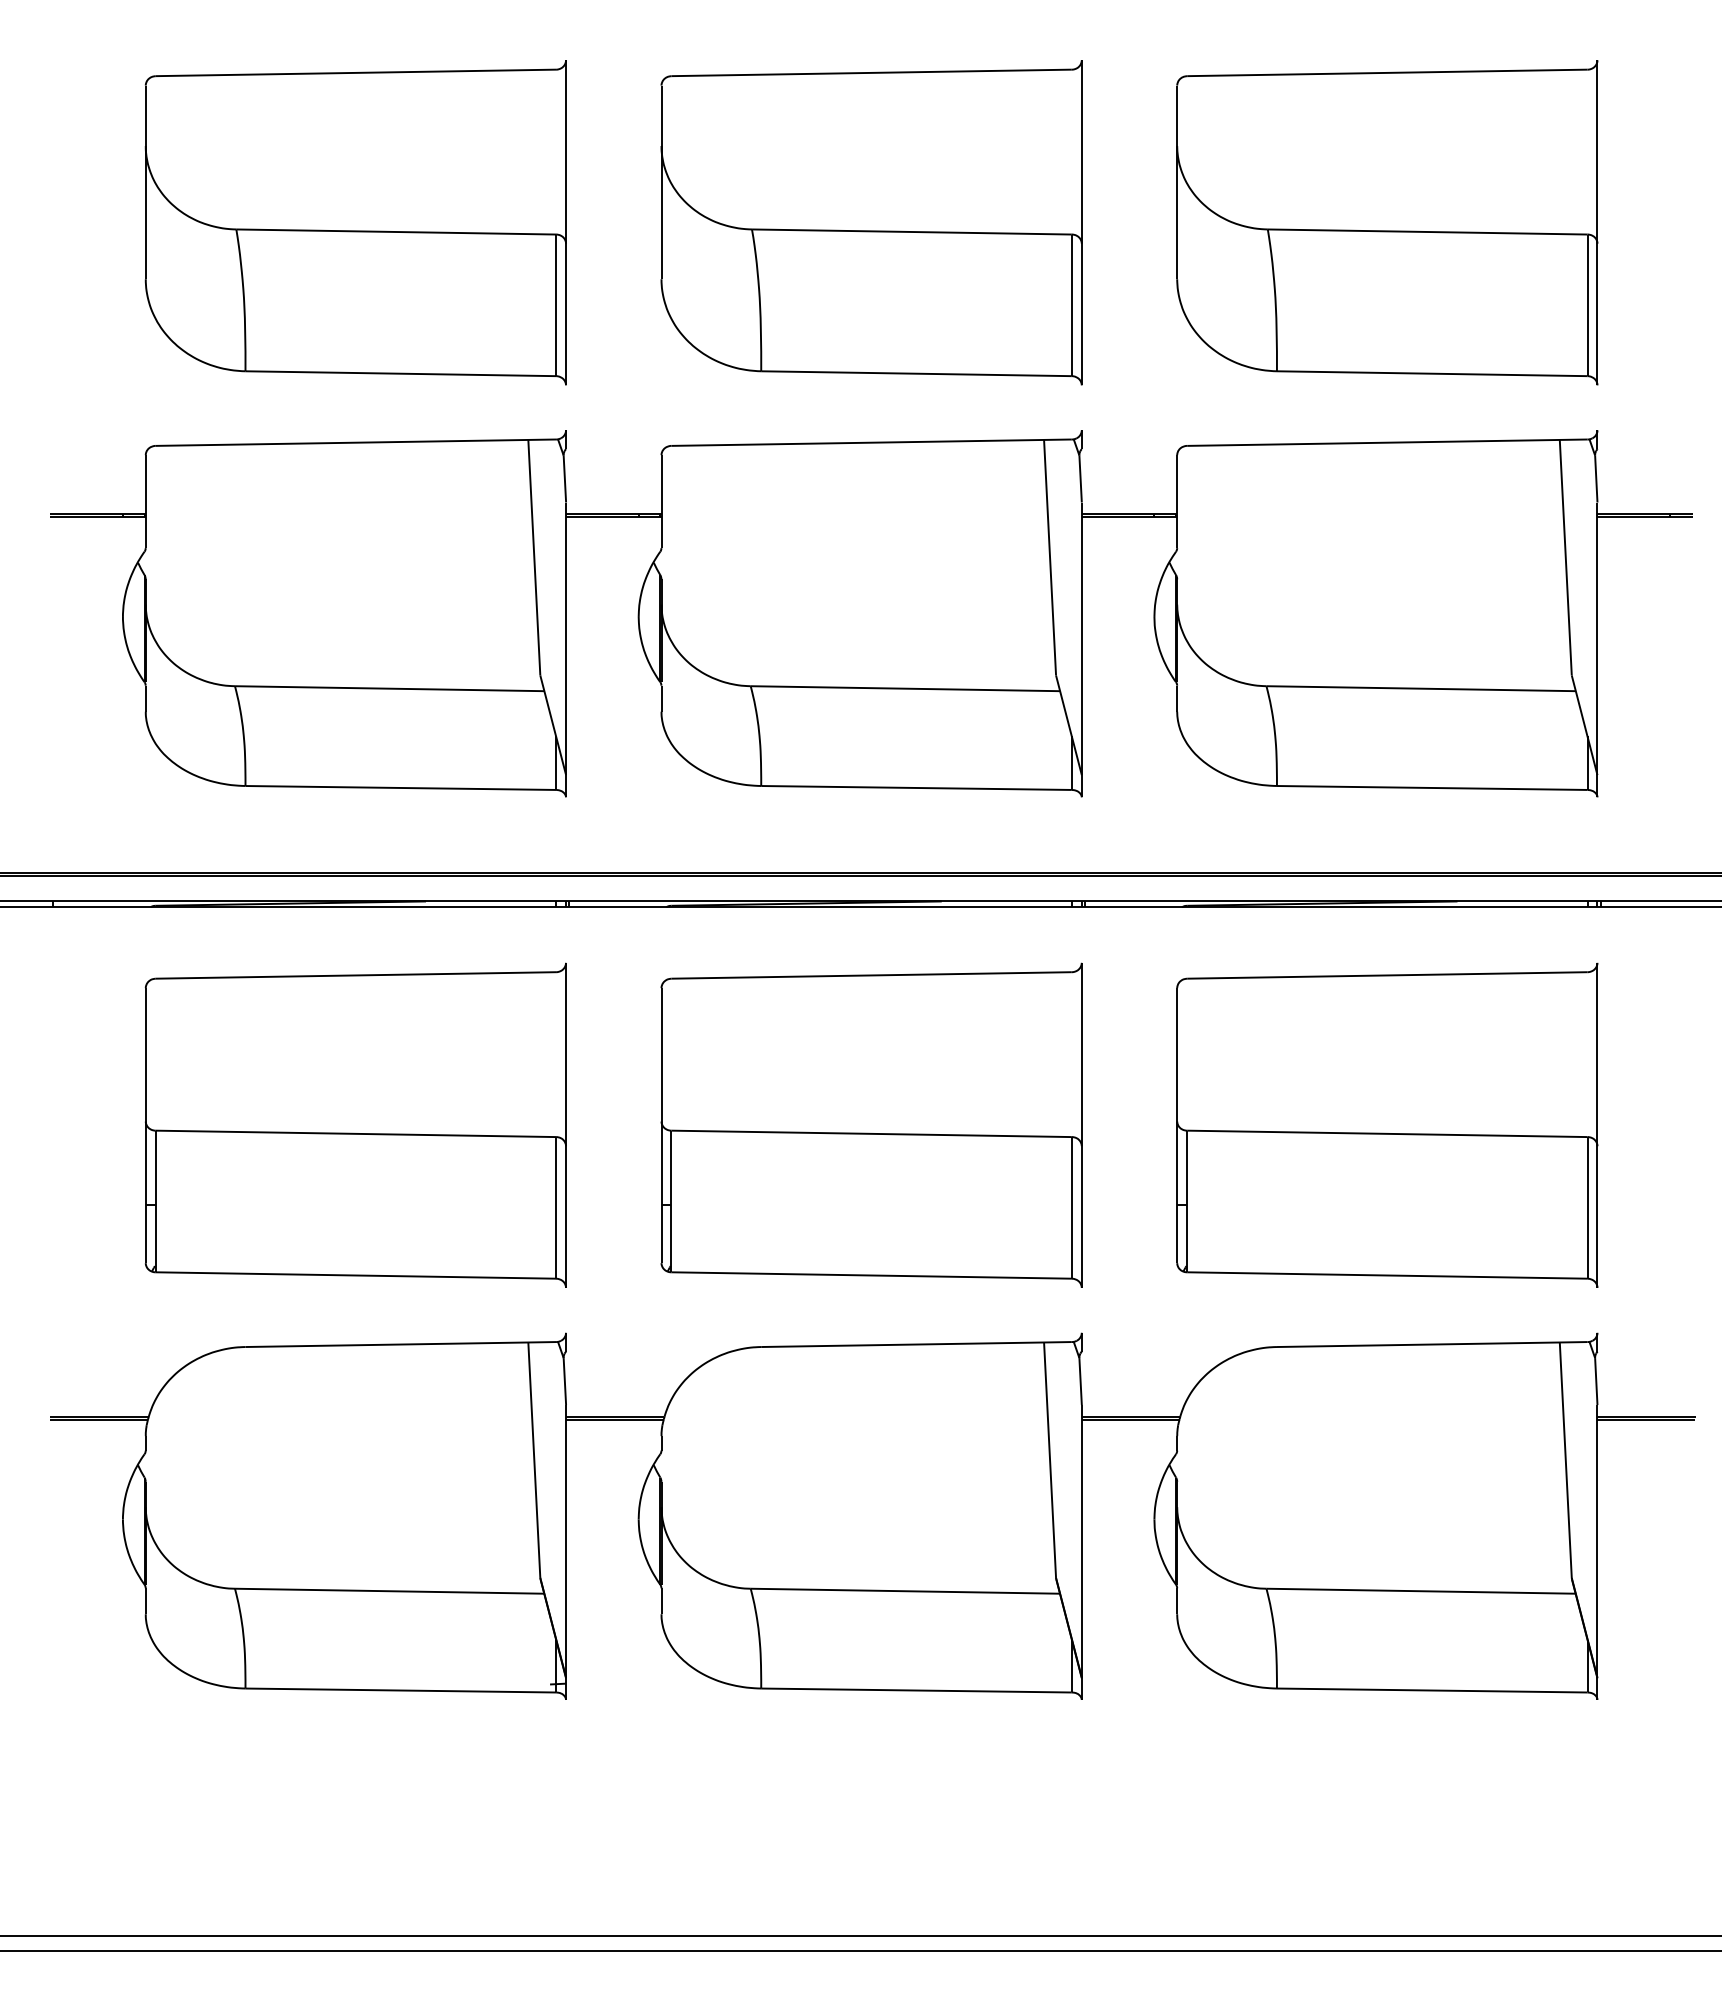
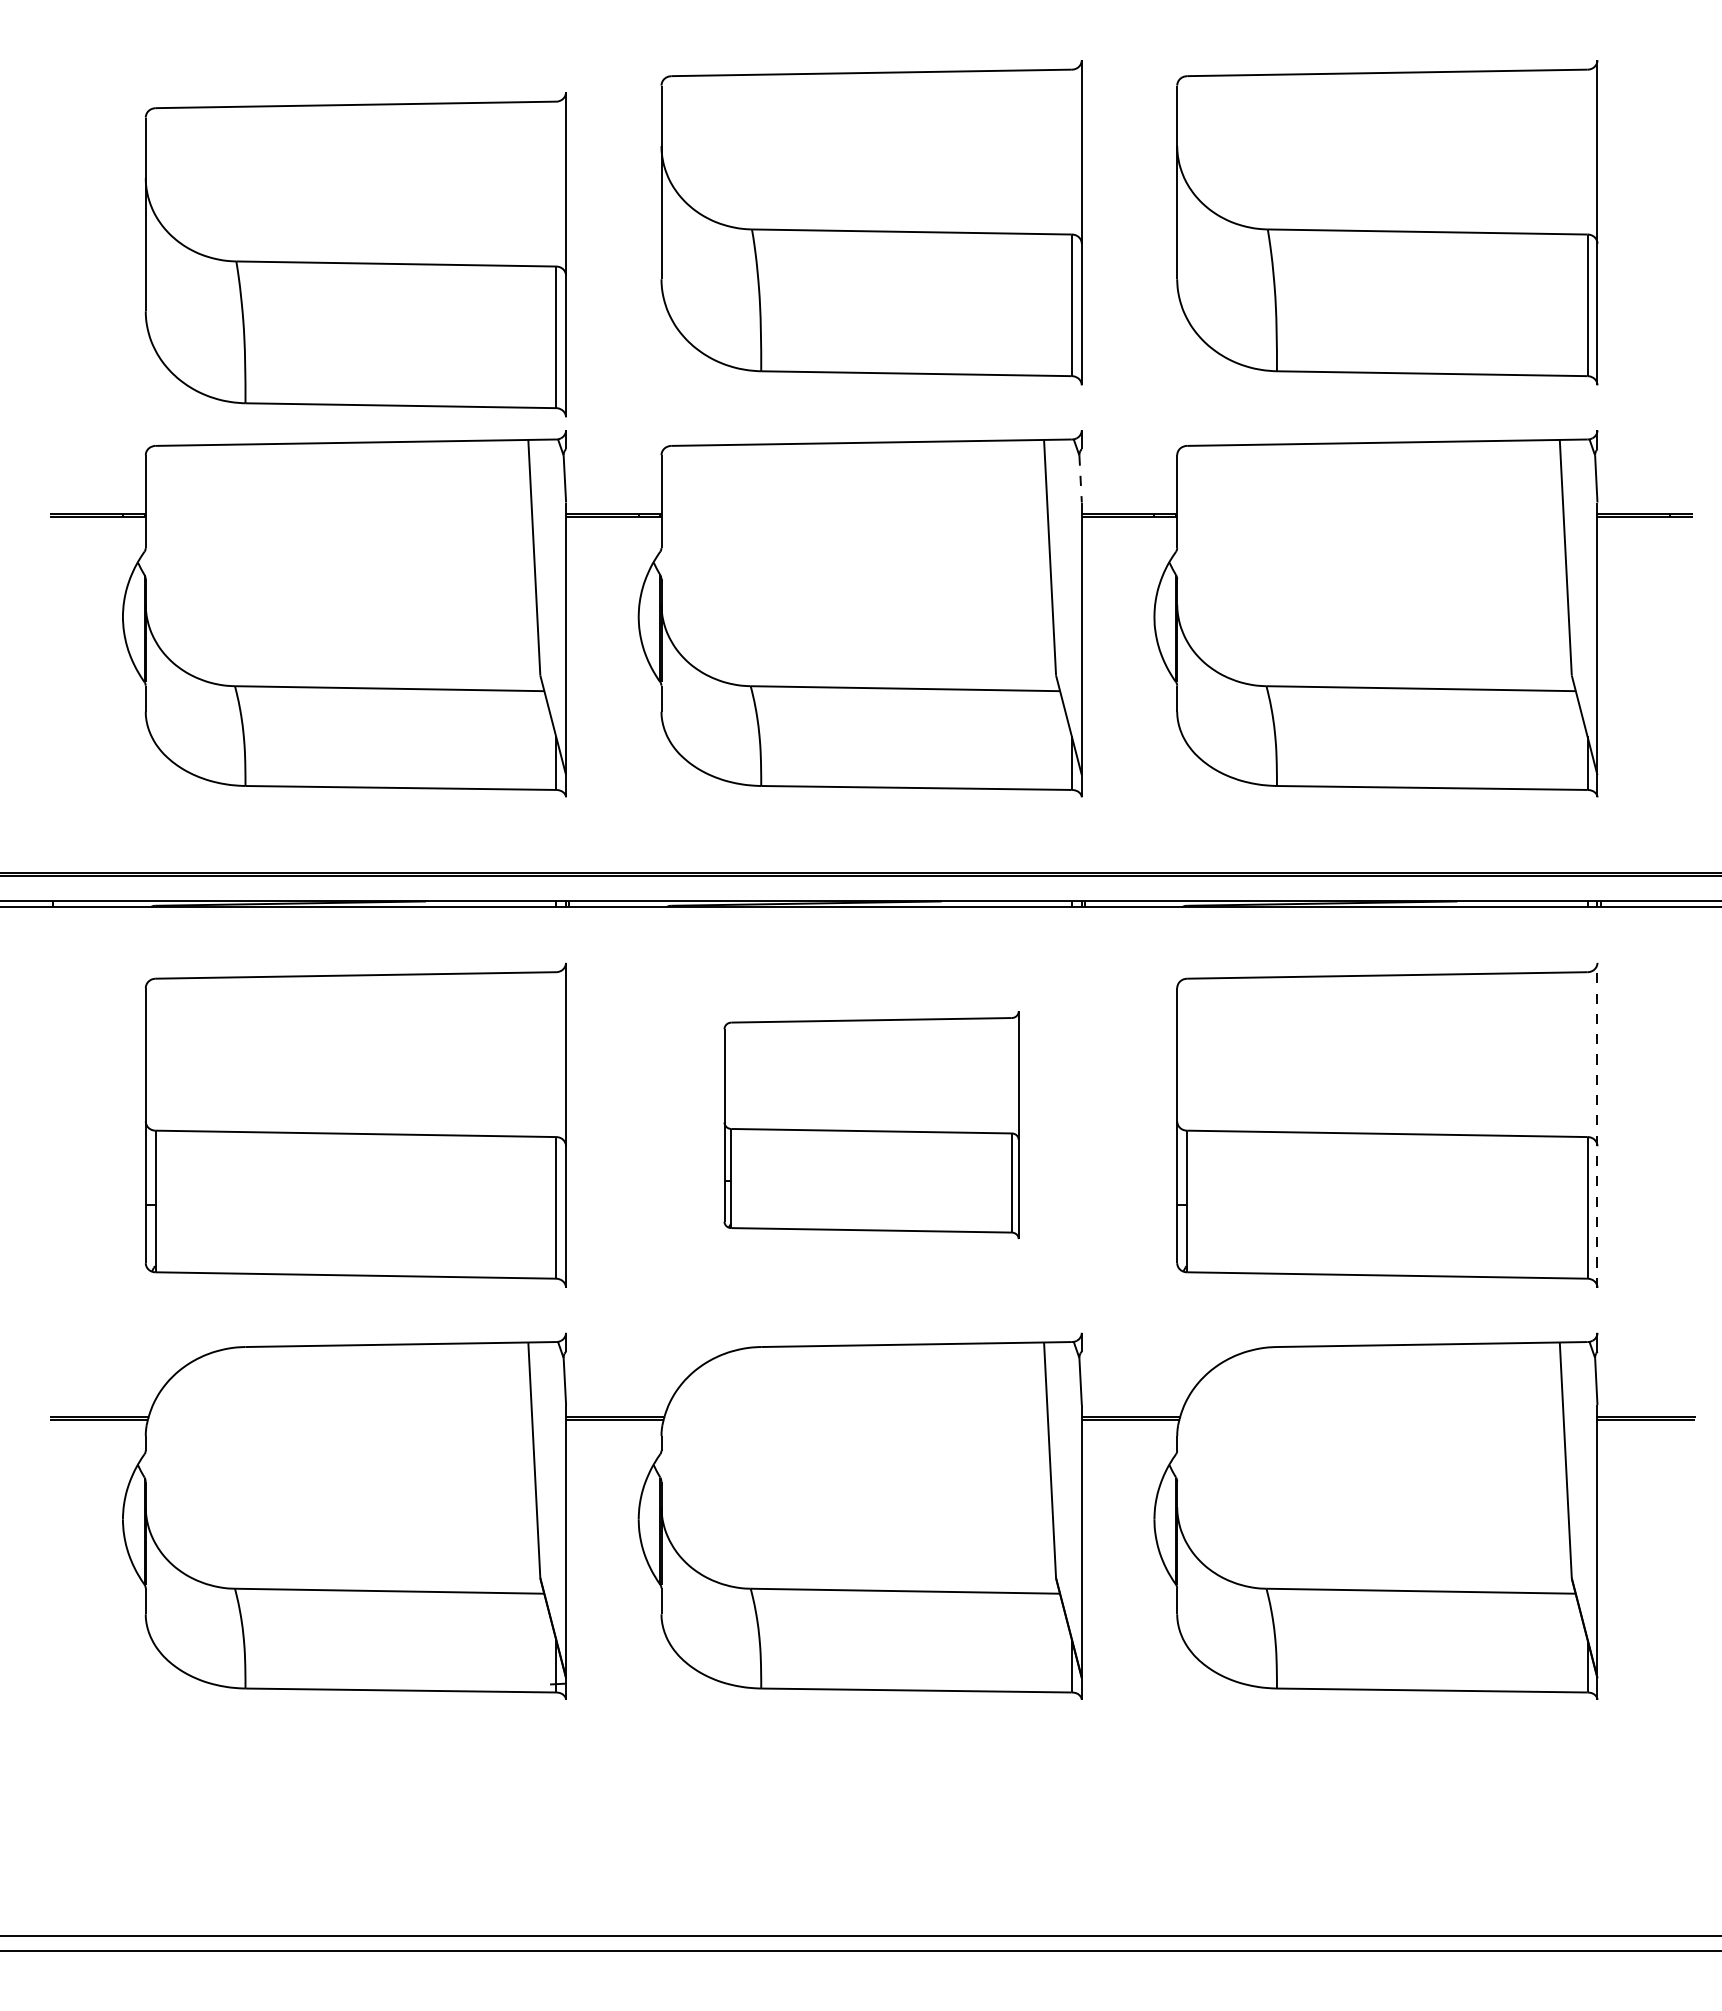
part at (355, 222) position: (355, 222) -> (355, 254)
line at (1080, 479): solid -> dashed
part at (871, 1124) size: 423x326 px -> 297x228 px
line at (1597, 1125): solid -> dashed
